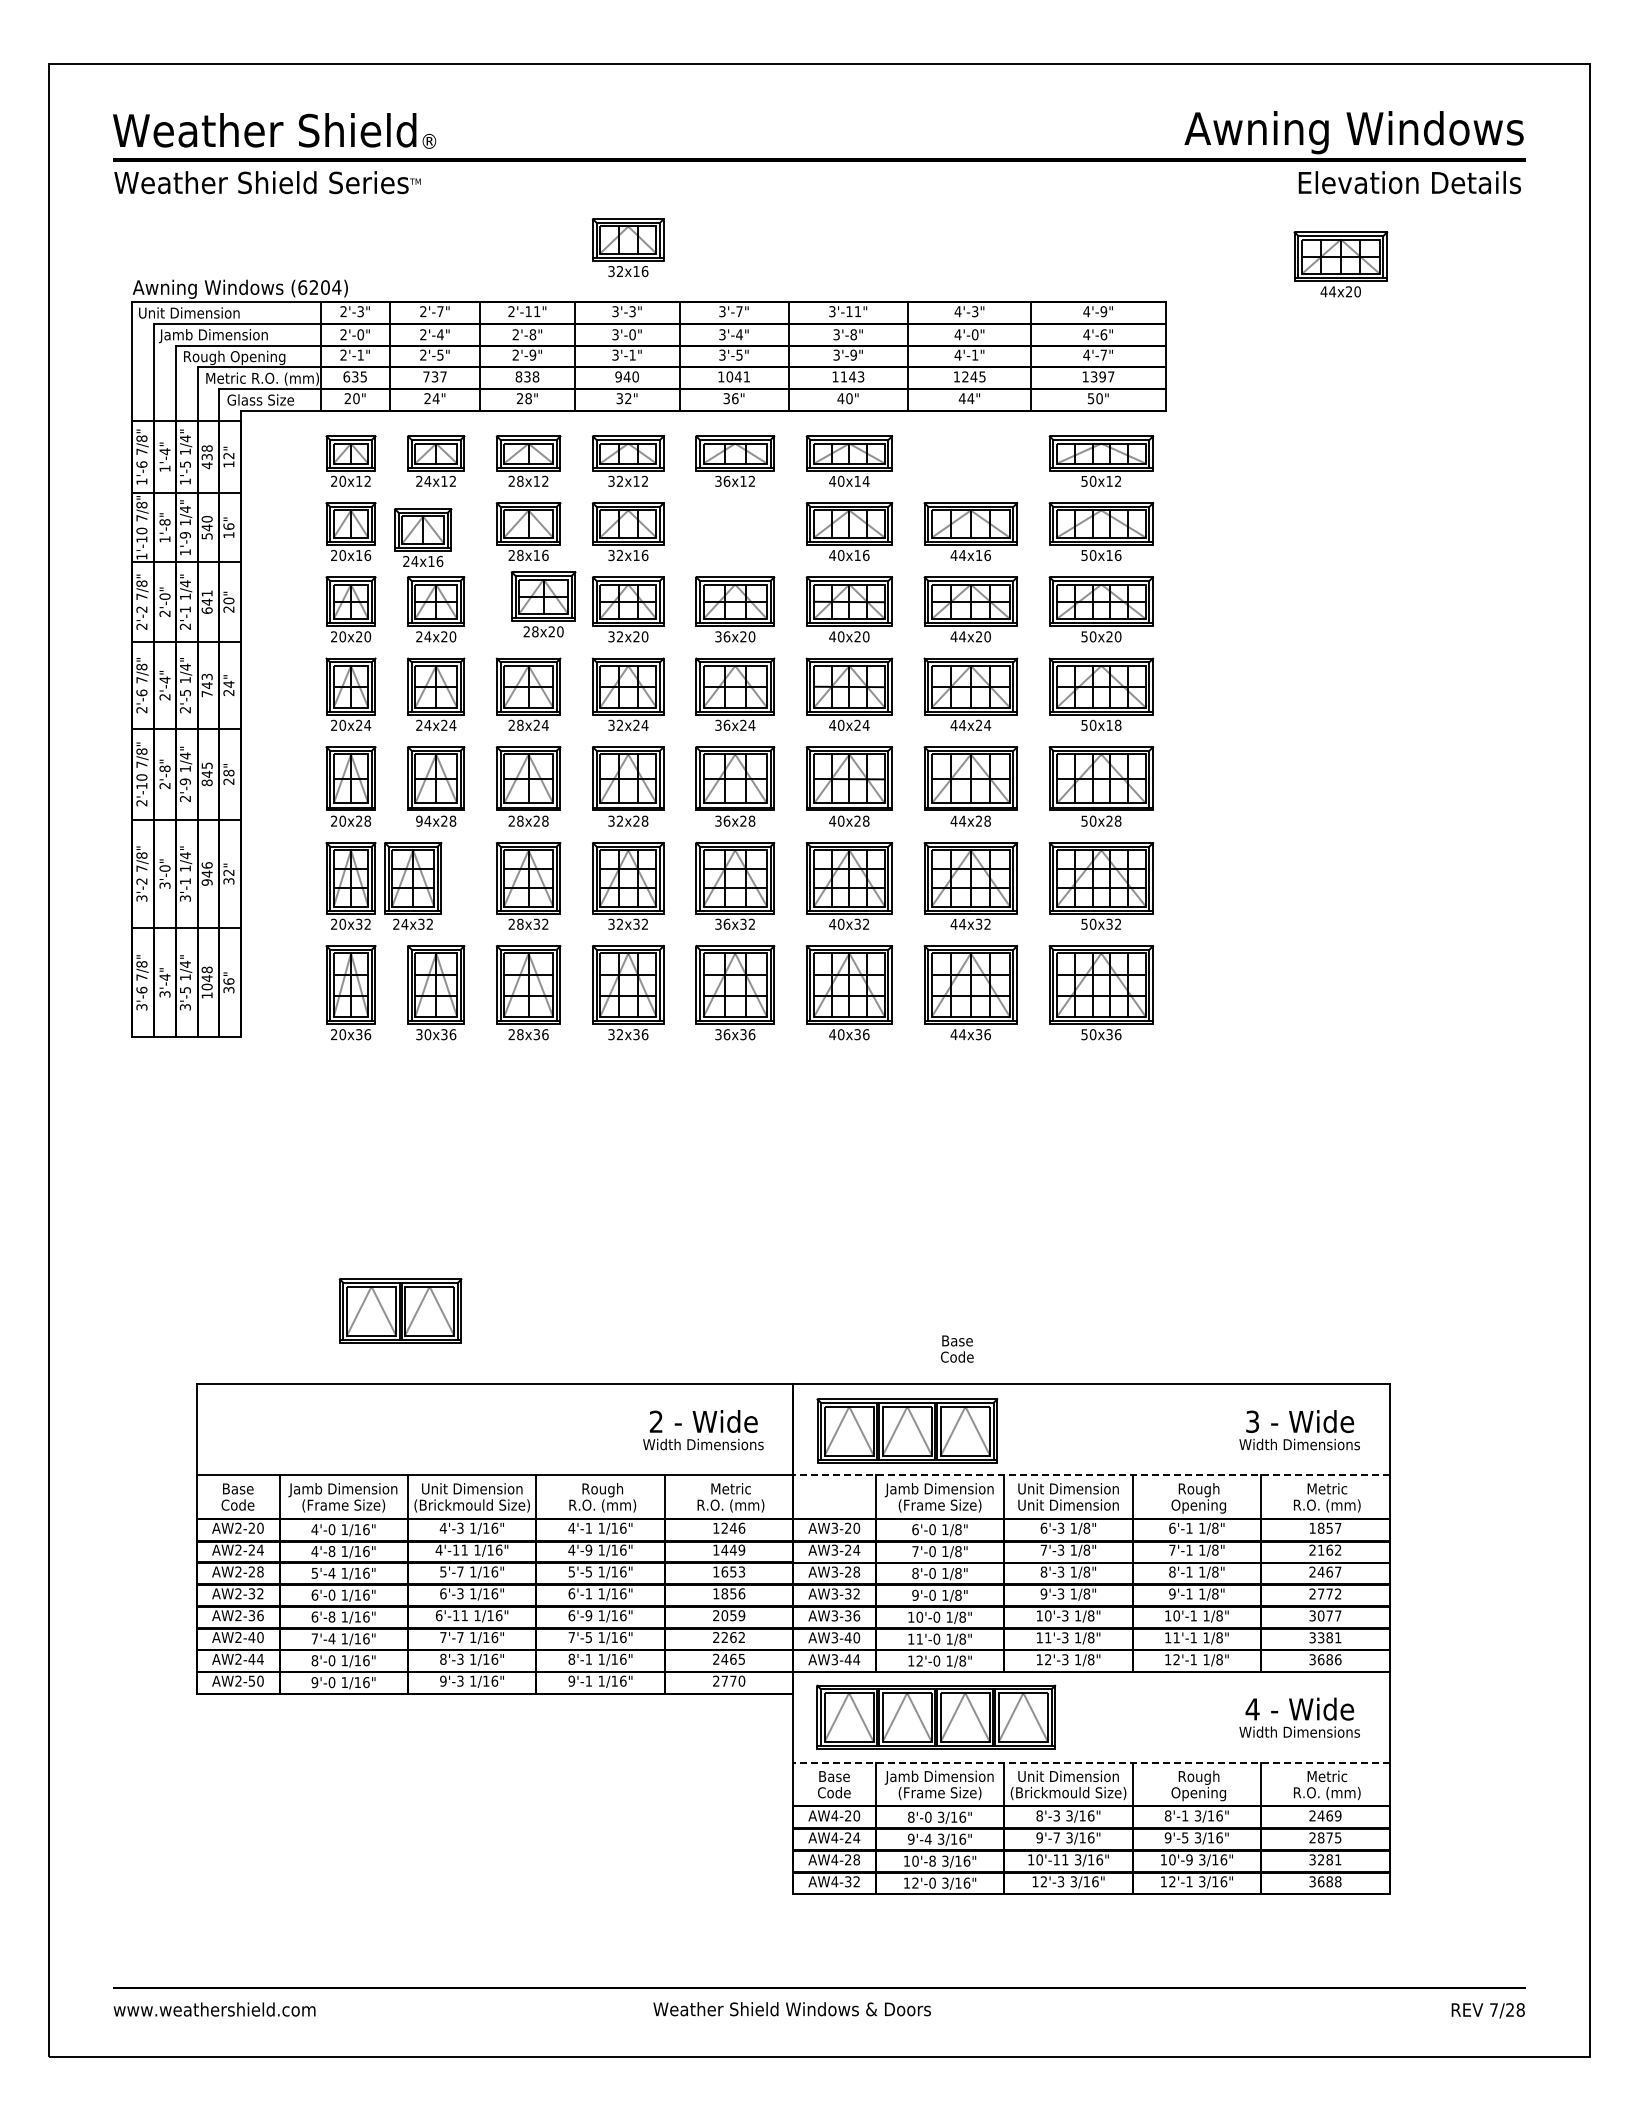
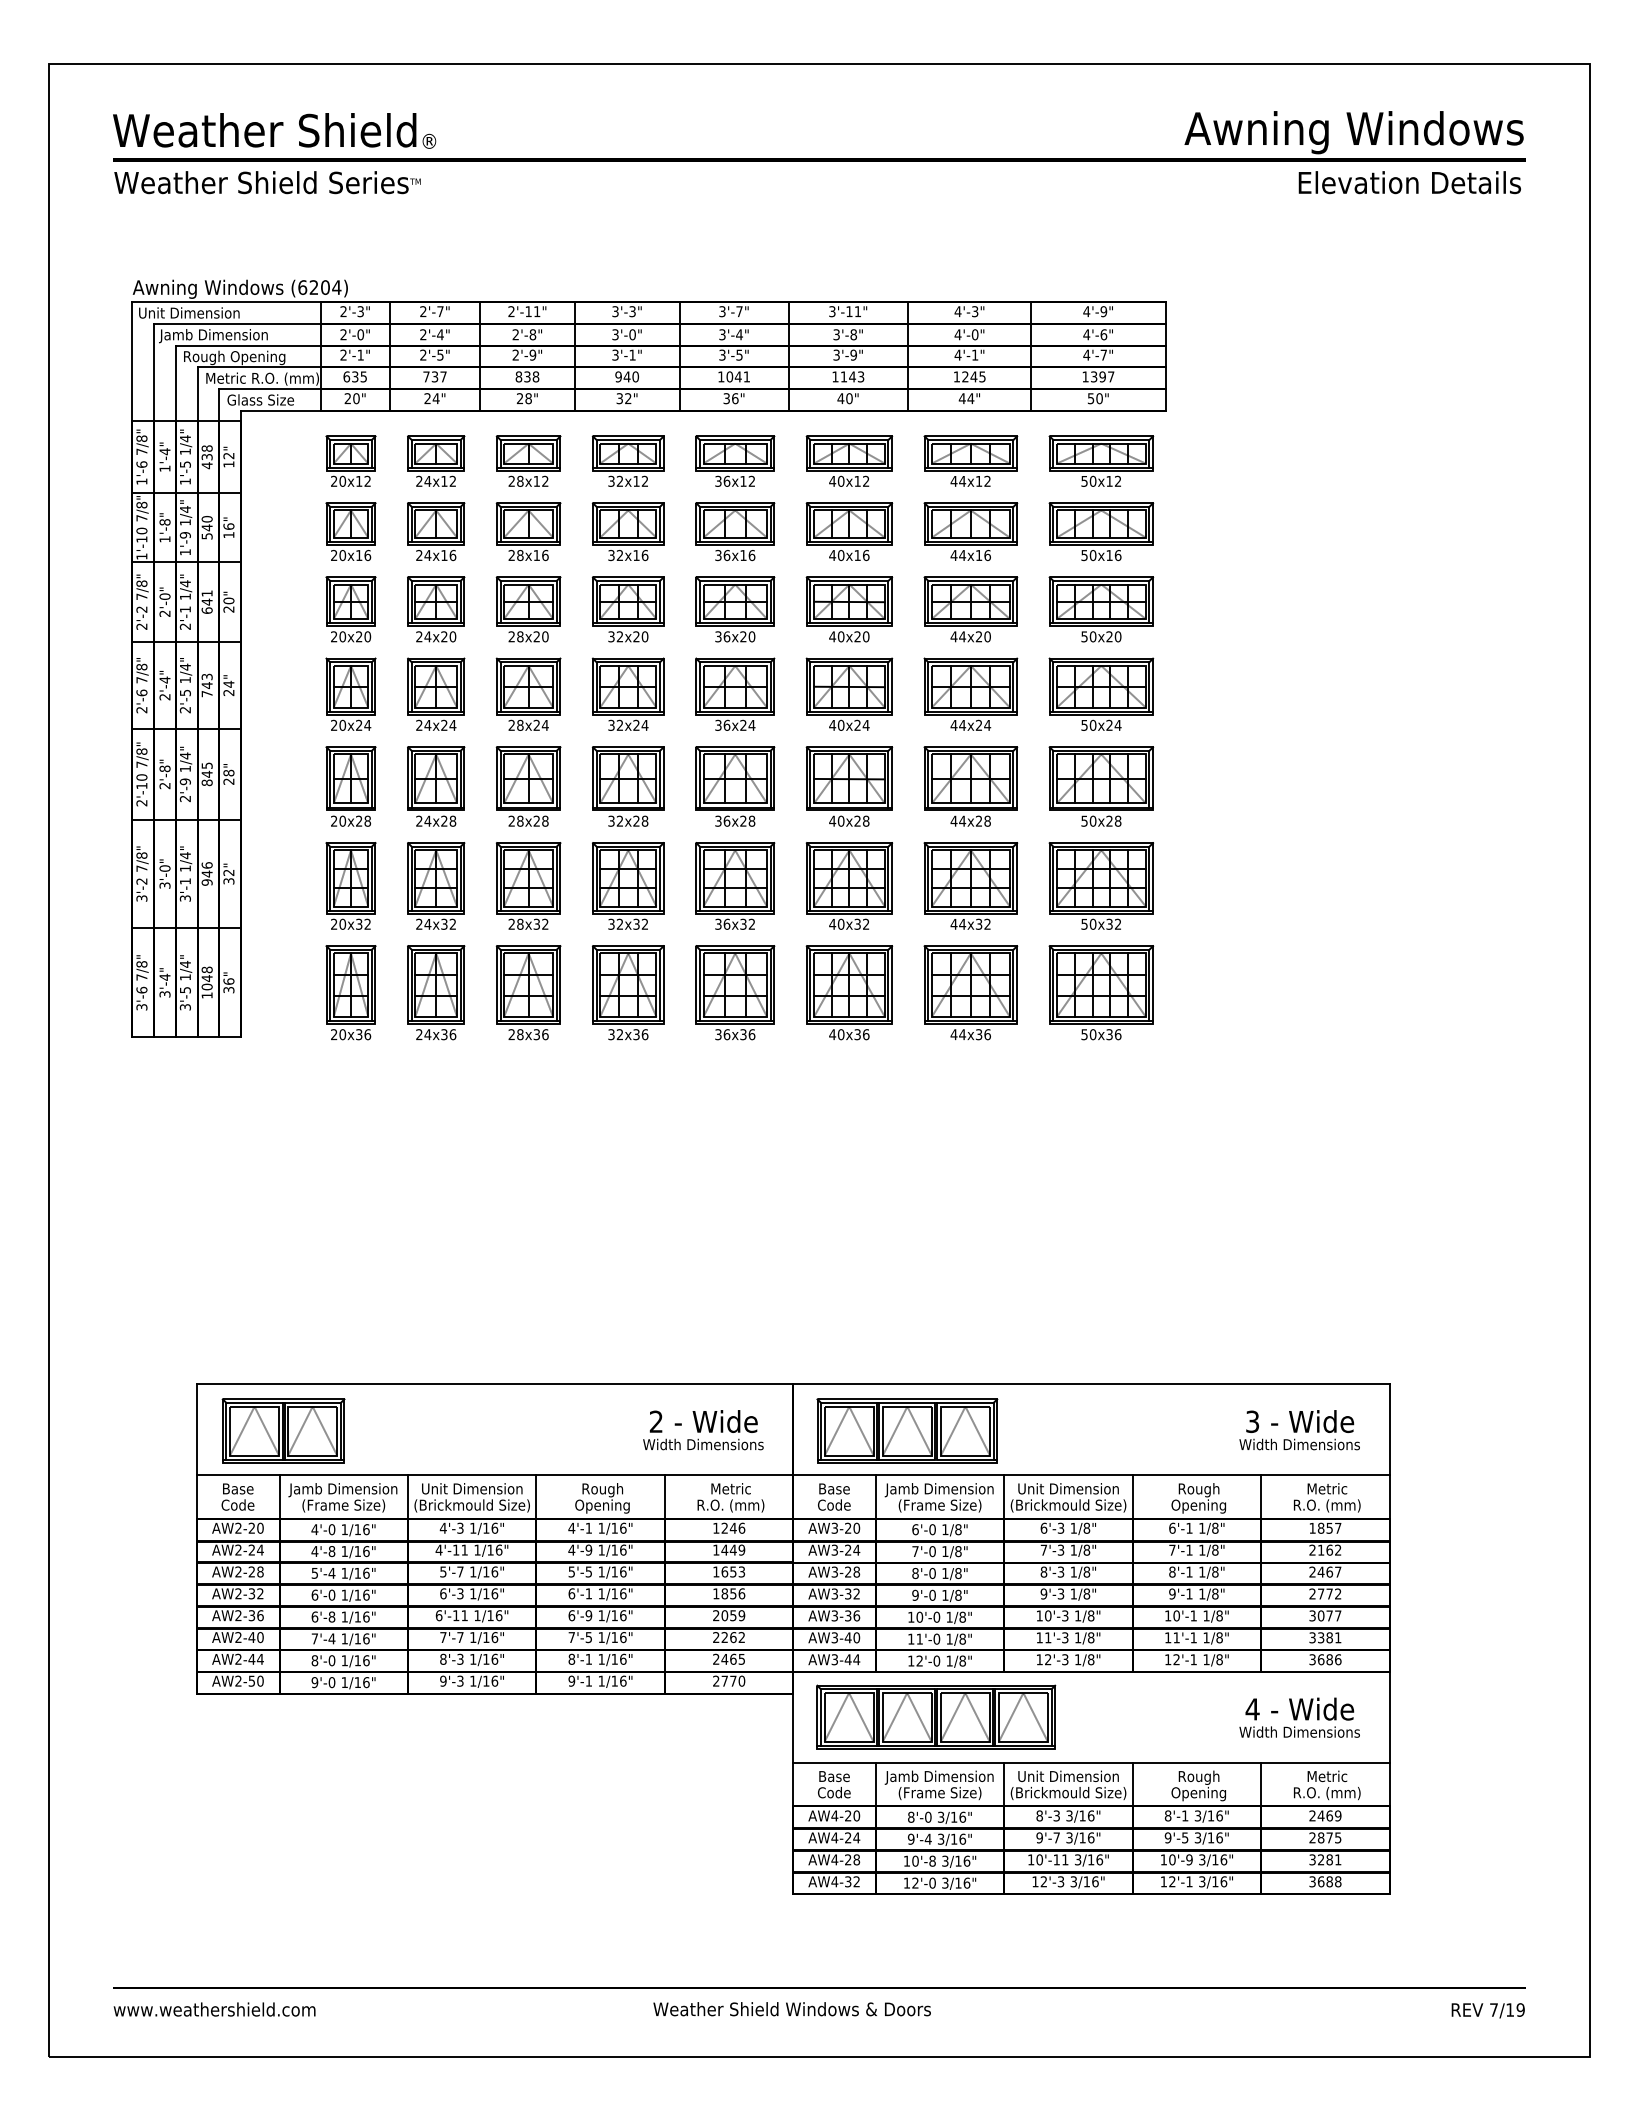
part at (627, 247): present -> none
part at (1340, 264): present -> none
part at (970, 460): none -> present
text at (865, 480): 40x14 -> 40x12
part at (735, 531): none -> present
part at (423, 537) position: (423, 537) -> (436, 531)
part at (543, 604) position: (543, 604) -> (528, 609)
text at (1113, 724): 50x18 -> 50x24
text at (419, 820): 94x28 -> 24x28
part at (413, 885) position: (413, 885) -> (436, 885)
text at (423, 1034): 30x36 -> 24x36
part at (400, 1310) position: (400, 1310) -> (283, 1430)
text at (957, 1348) position: (957, 1348) -> (834, 1496)
line at (1091, 1475): dashed -> solid
text at (1068, 1505): Unit Dimension -> (Brickmould Size)
text at (602, 1506): R.O. (mm) -> Opening
line at (1091, 1762): dashed -> solid
text at (1515, 2009): 7/28 -> 7/19
